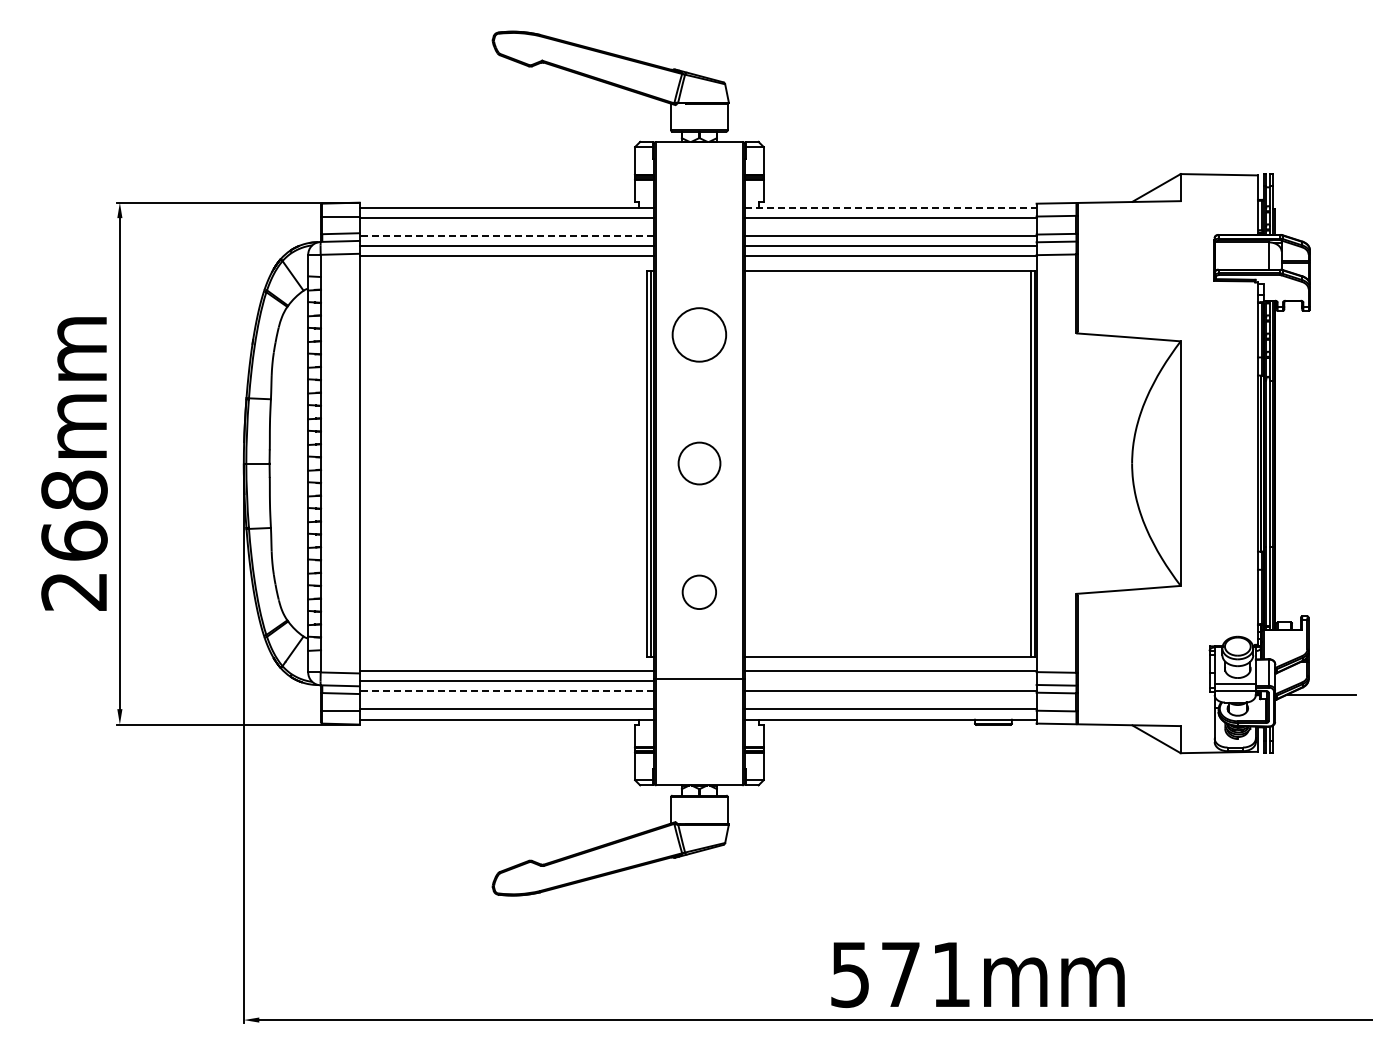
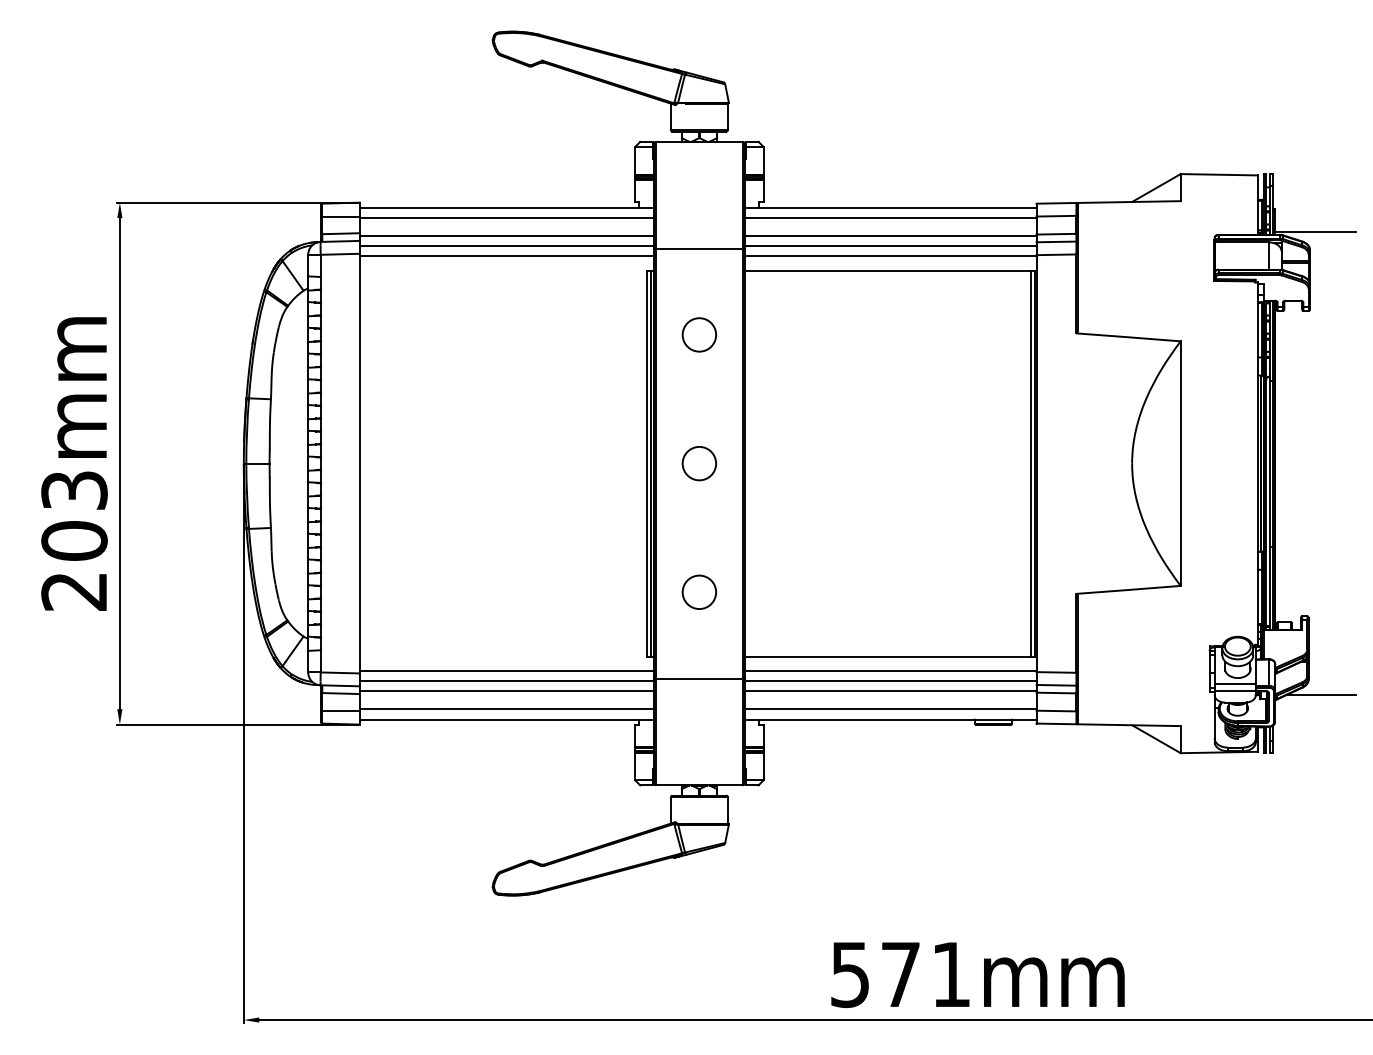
line at (890, 207): dashed -> solid
line at (1315, 231): none -> present
line at (506, 235): dashed -> solid
line at (699, 248): none -> present
circle at (699, 334) diameter: 54 px -> 33 px
circle at (699, 463) size: 45x45 px -> 36x36 px
text at (74, 515): 268mm -> 203mm
line at (890, 681): none -> present
line at (506, 691): dashed -> solid
